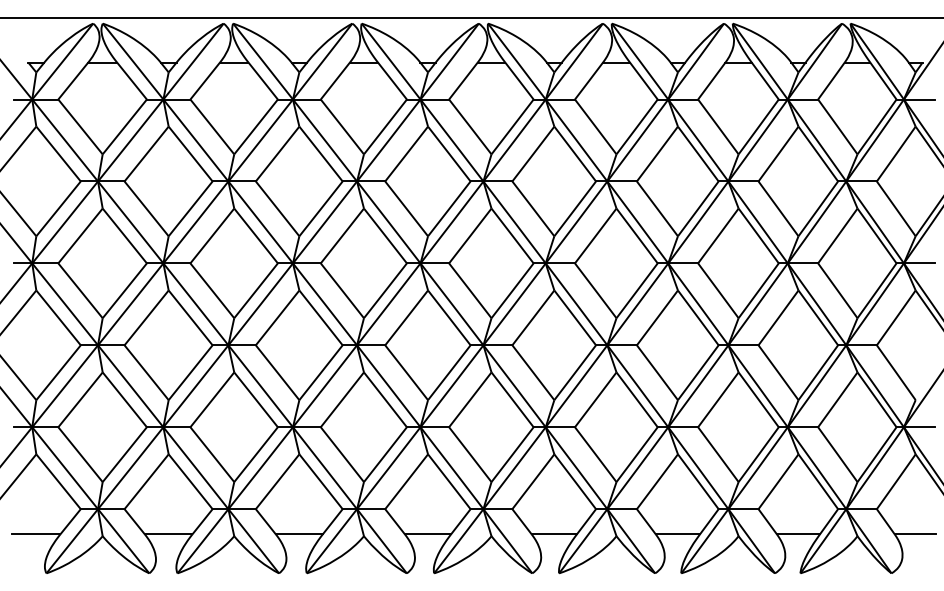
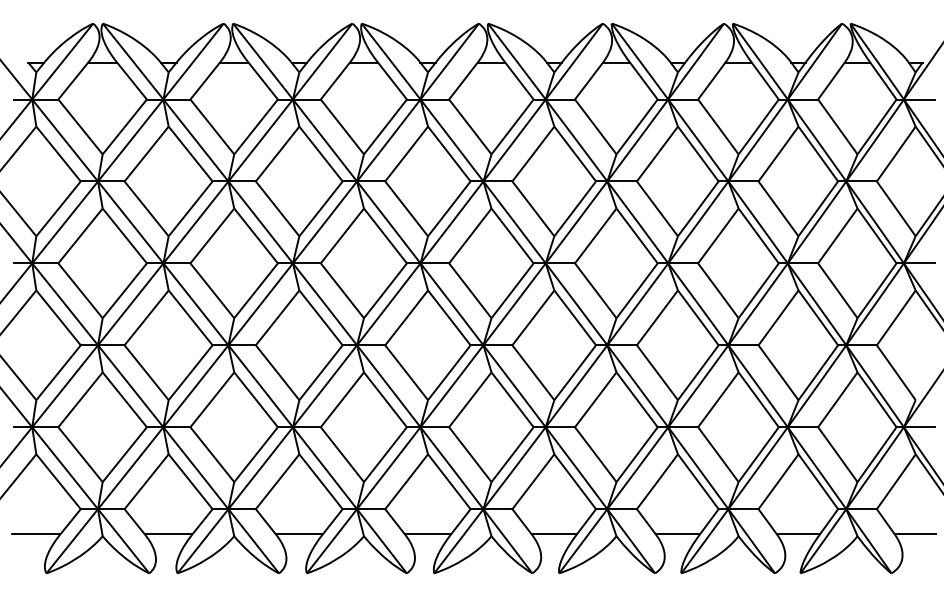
line at (471, 17): present -> none
